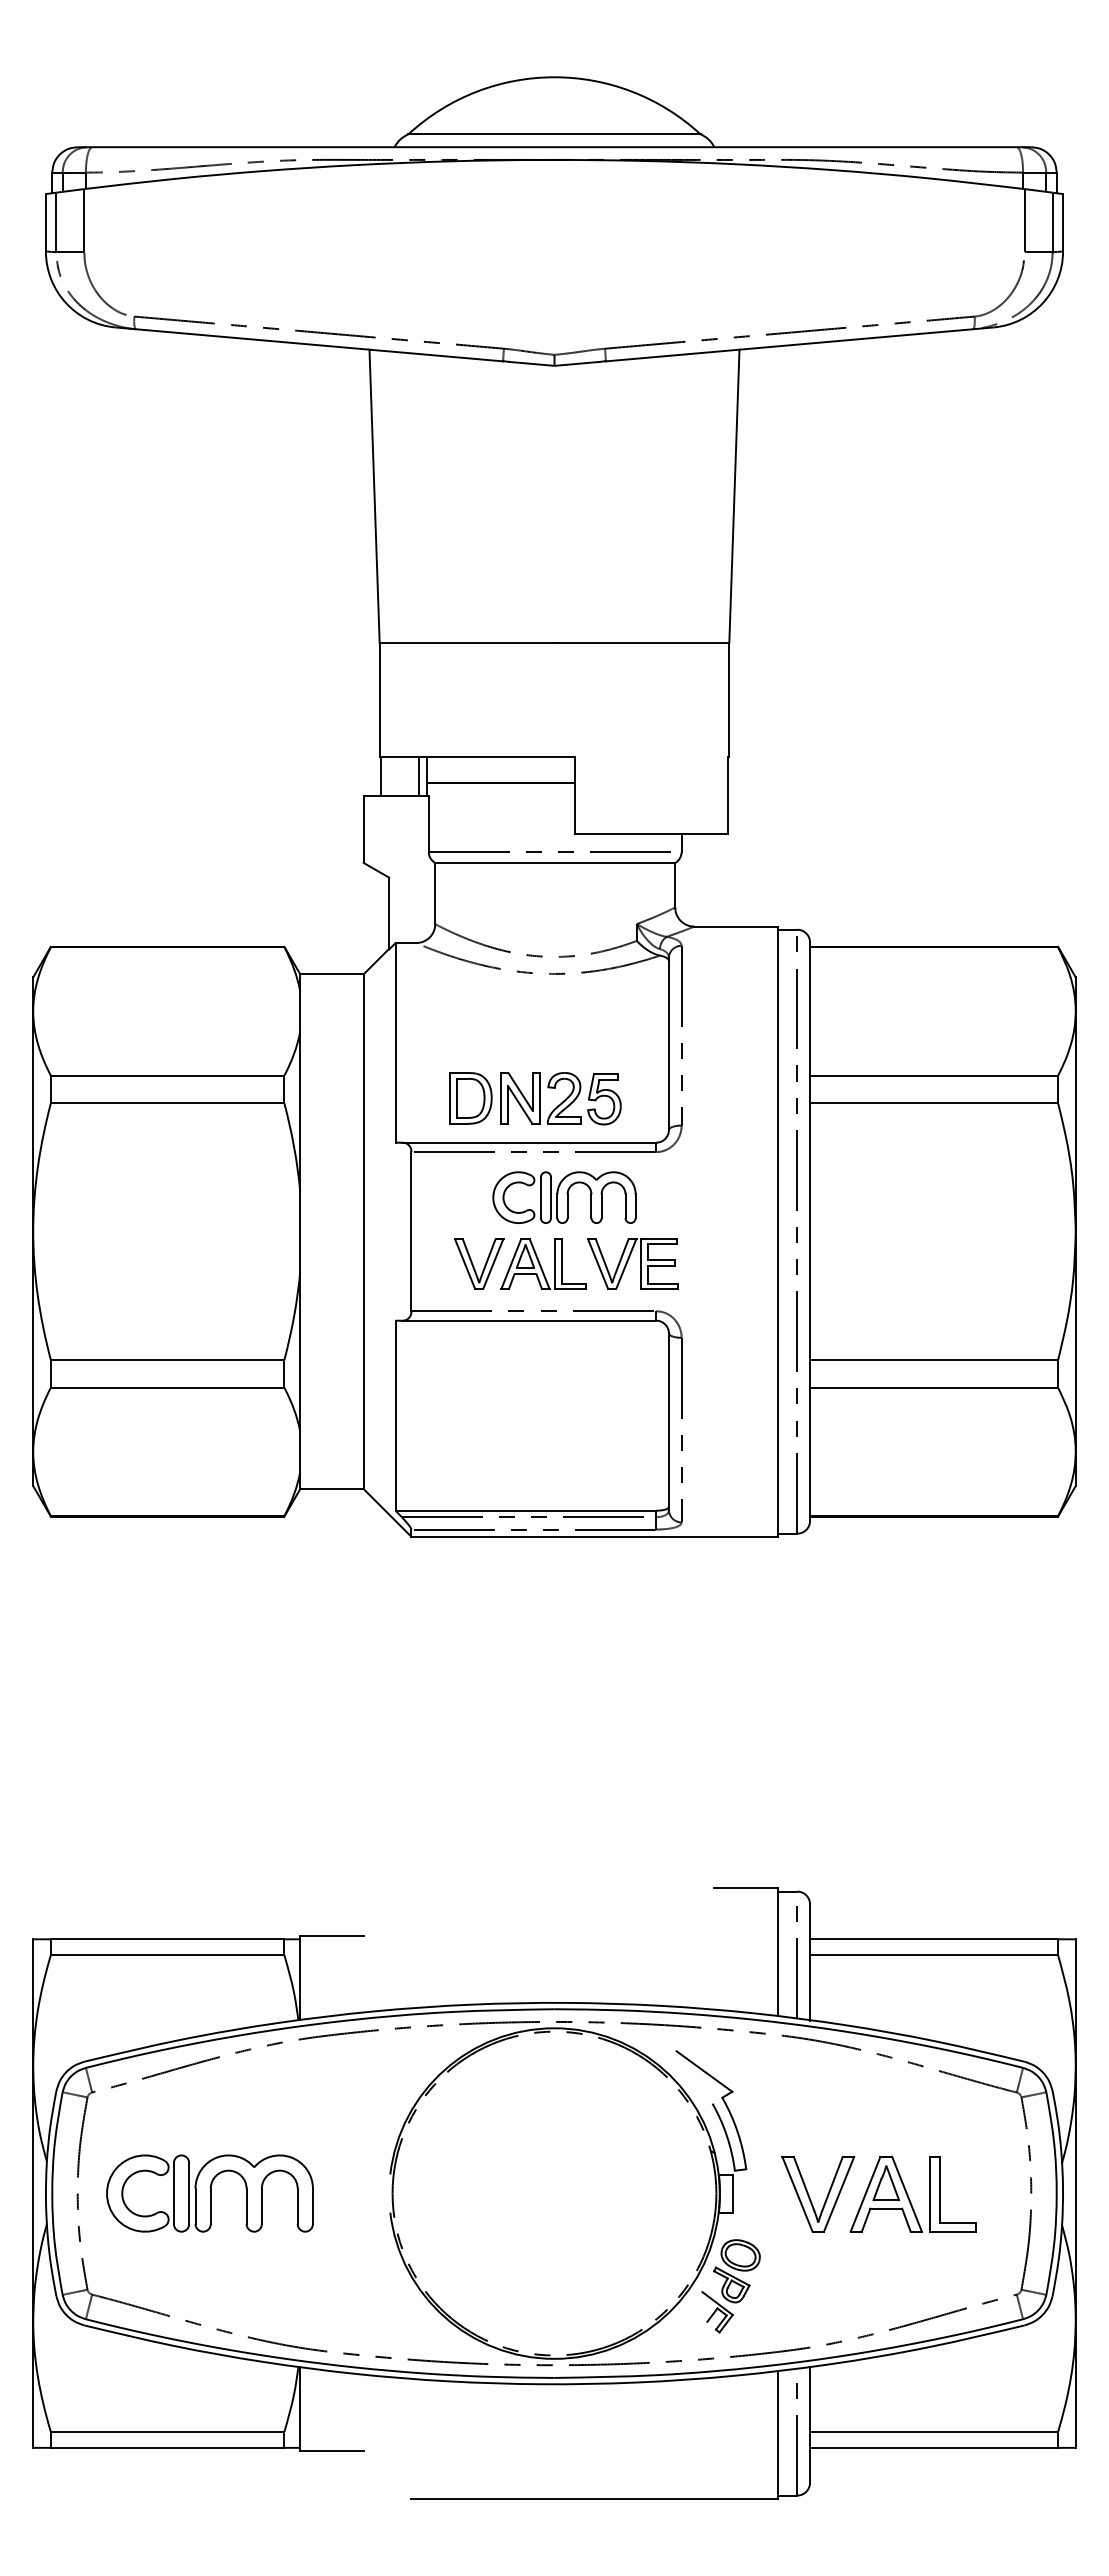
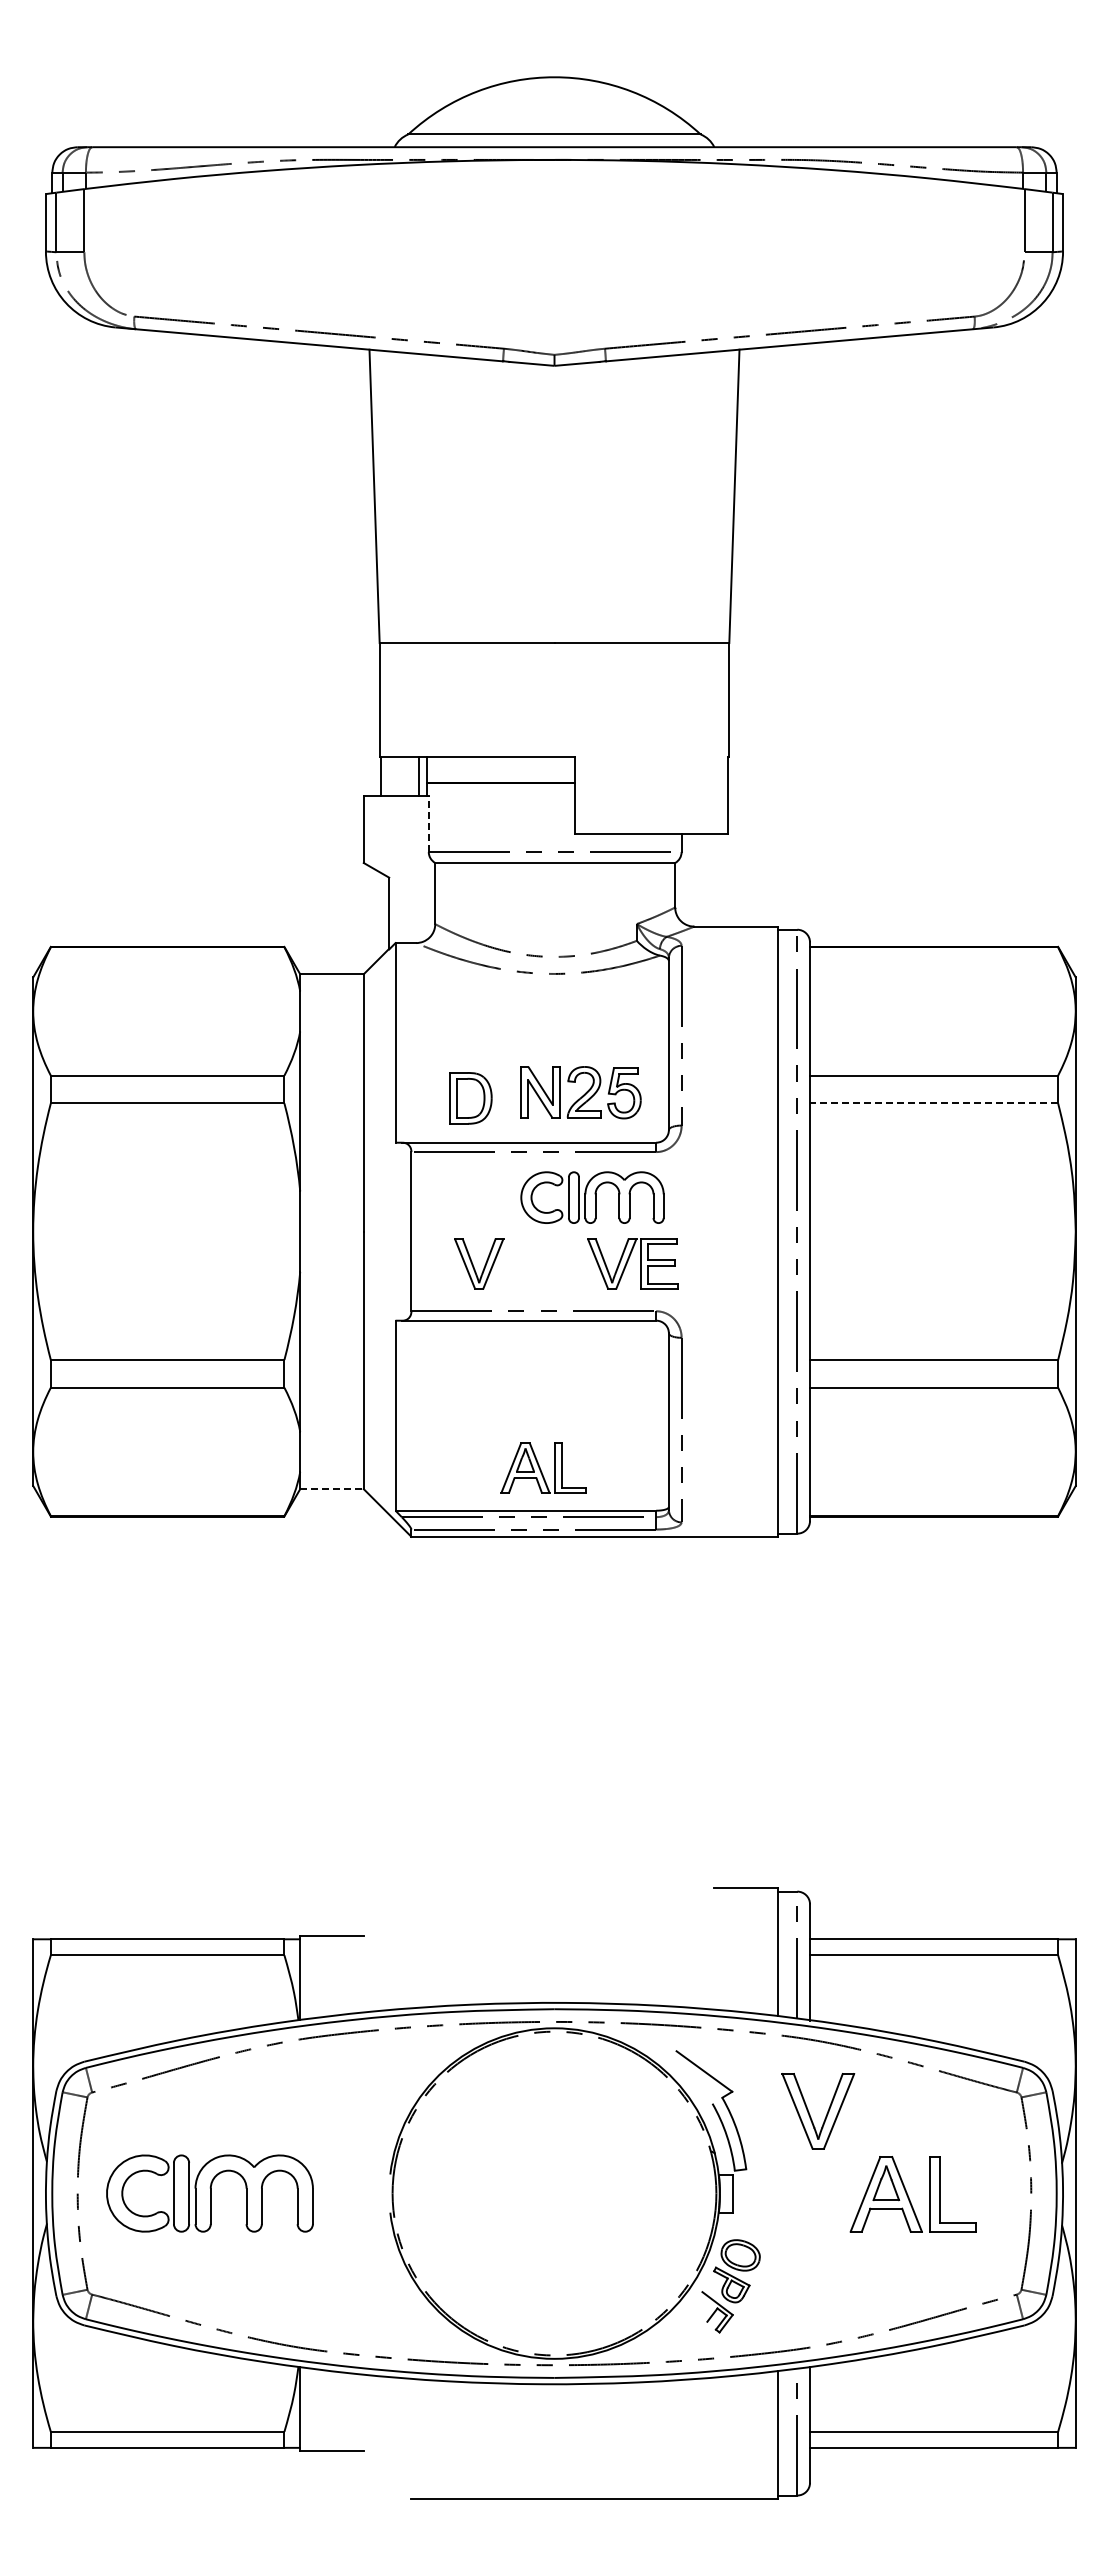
line at (428, 823): solid -> dashed
part at (560, 1098) position: (560, 1098) -> (580, 1092)
line at (933, 1103): solid -> dashed
part at (564, 1197) position: (564, 1197) -> (592, 1197)
part at (543, 1263) position: (543, 1263) -> (543, 1467)
line at (332, 1489): solid -> dashed
part at (826, 2196) position: (826, 2196) -> (826, 2113)
